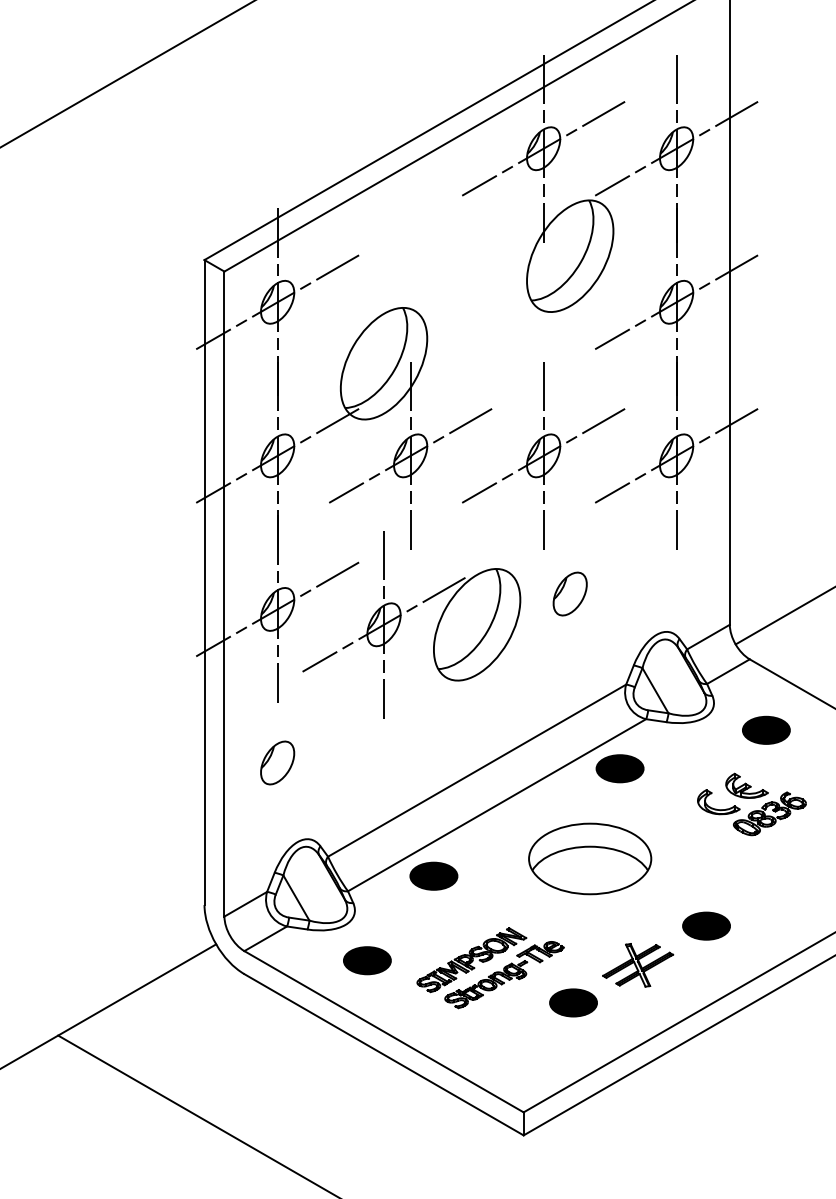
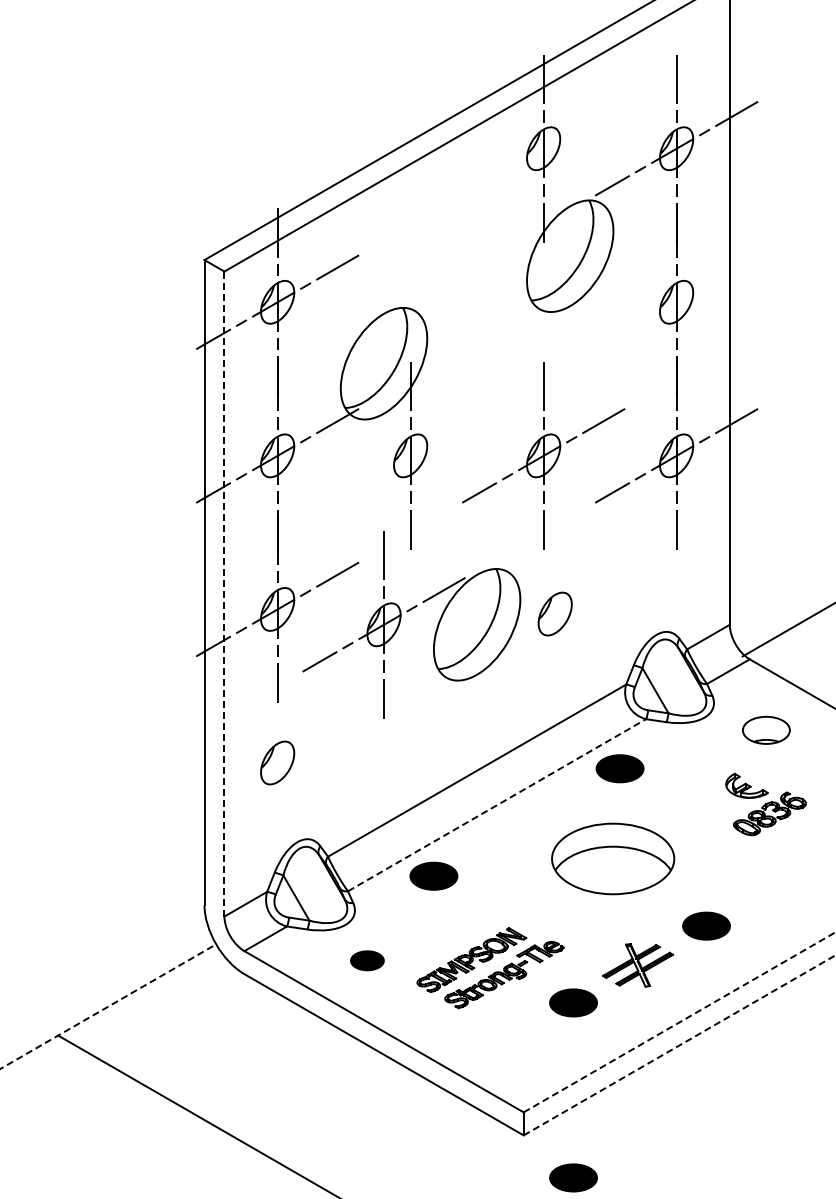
line at (127, 74): present -> none
line at (543, 148): present -> none
line at (676, 302): present -> none
line at (410, 455): present -> none
part at (569, 593) position: (569, 593) -> (554, 613)
line at (224, 594): solid -> dashed
line at (783, 616) position: (783, 616) -> (787, 630)
fill at (765, 729): present -> none
line at (497, 804): solid -> dashed
part at (716, 808): present -> none
part at (590, 858) position: (590, 858) -> (613, 858)
part at (367, 960) size: 49x30 px -> 35x22 px
line at (108, 1006): solid -> dashed
line at (679, 1022): solid -> dashed
line at (679, 1045): solid -> dashed
part at (573, 1177): none -> present
